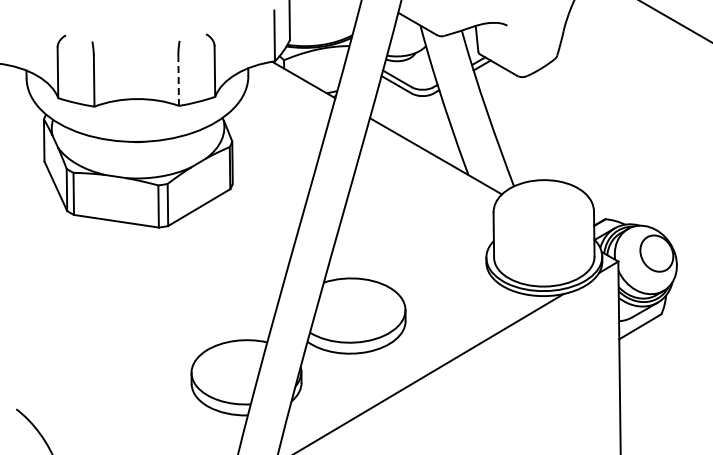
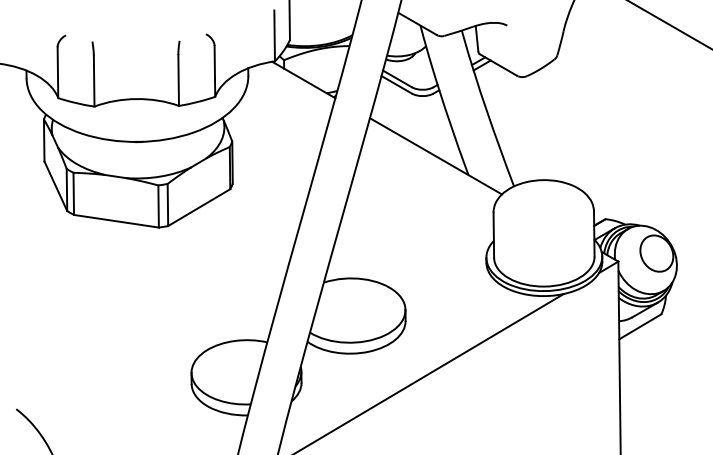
line at (675, 21) position: (675, 21) -> (669, 24)
line at (178, 80): dashed -> solid
